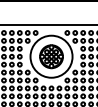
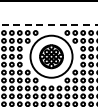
line at (49, 24): solid -> dashed
